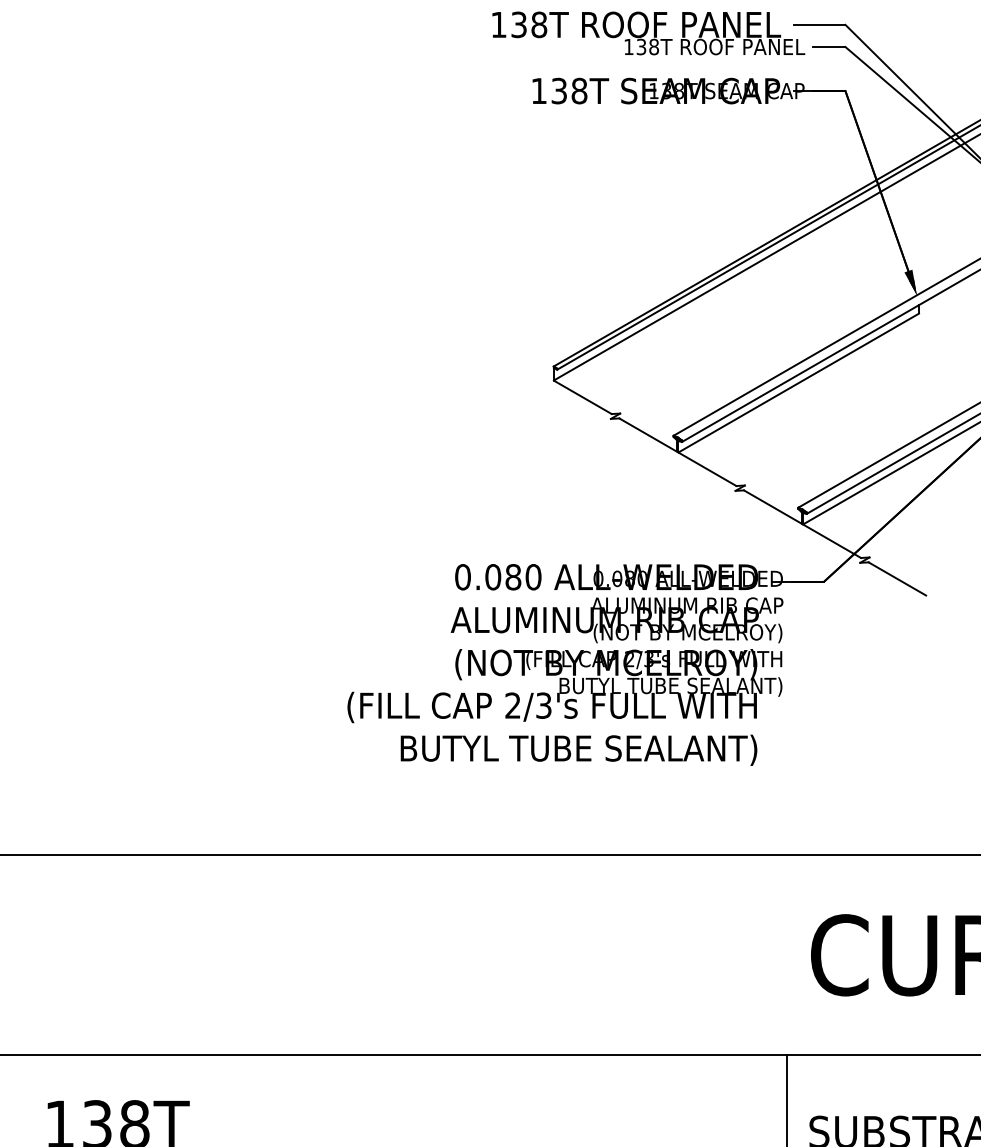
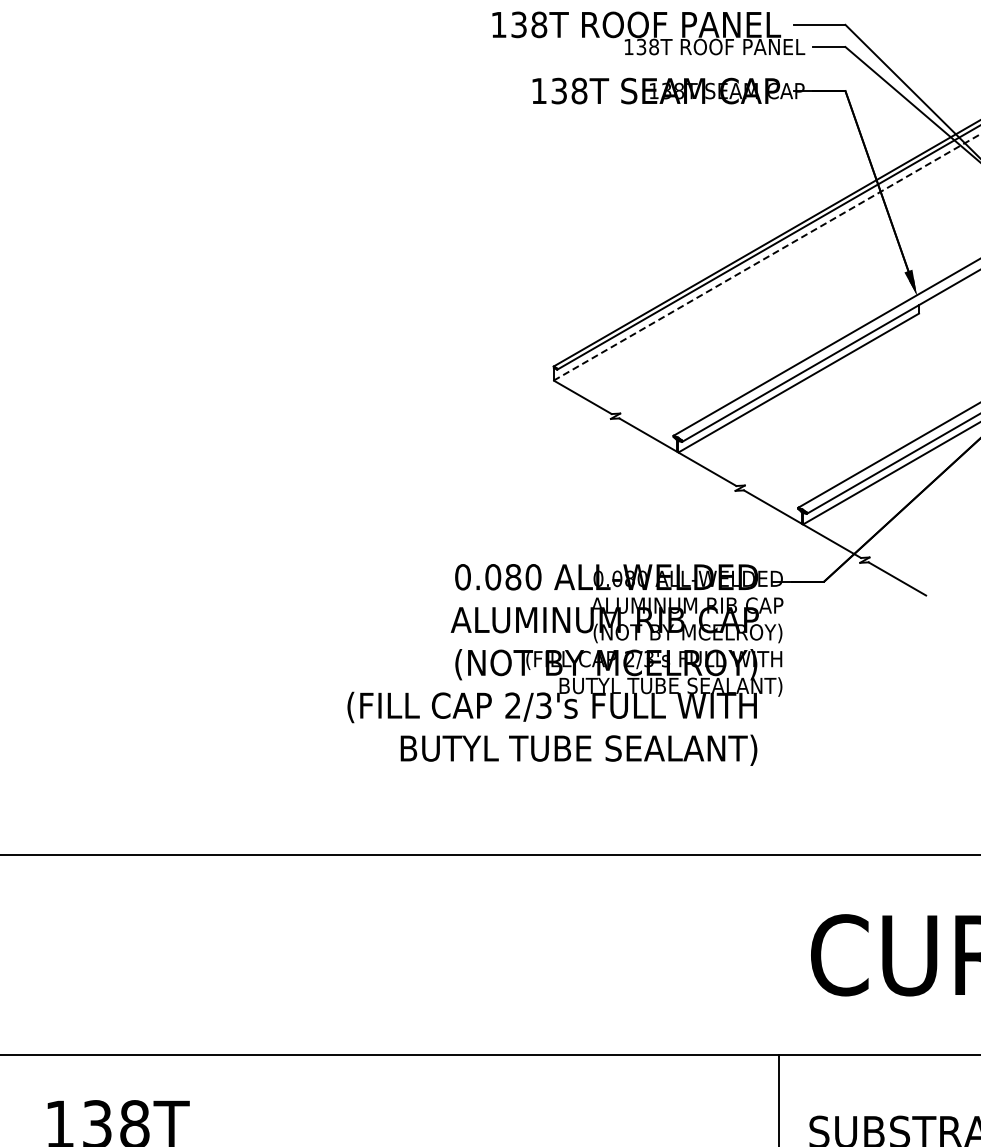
line at (766, 257): solid -> dashed
line at (786, 1099) position: (786, 1099) -> (778, 1099)
